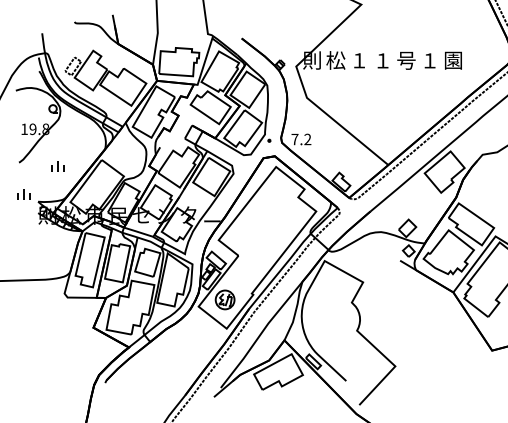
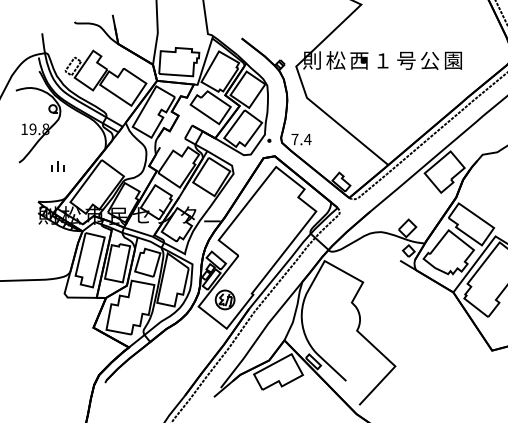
text at (359, 60): １ -> 西
text at (430, 60): １ -> 公
text at (307, 139): 7.2 -> 7.4
part at (23, 194): present -> none
